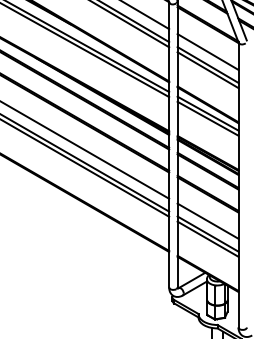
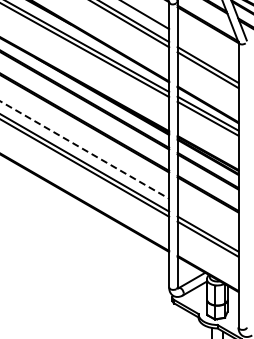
line at (207, 51): present -> none
line at (85, 150): solid -> dashed
line at (207, 220): present -> none
